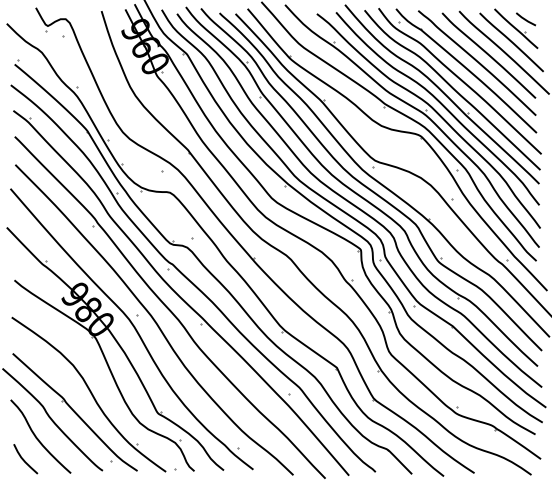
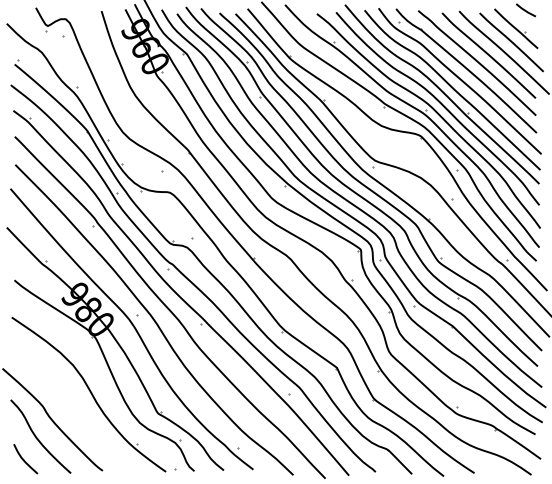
line at (525, 19) position: (525, 19) -> (525, 10)
part at (74, 412): present -> none
